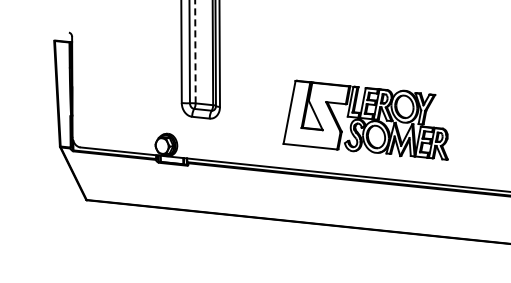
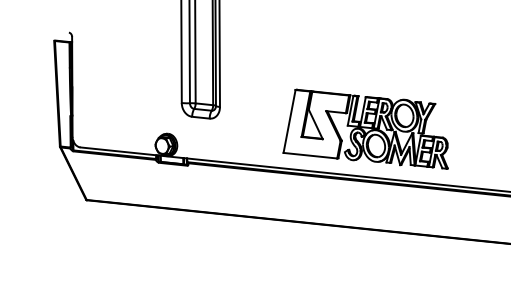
line at (195, 51): dashed -> solid
part at (365, 119) position: (365, 119) -> (365, 128)
